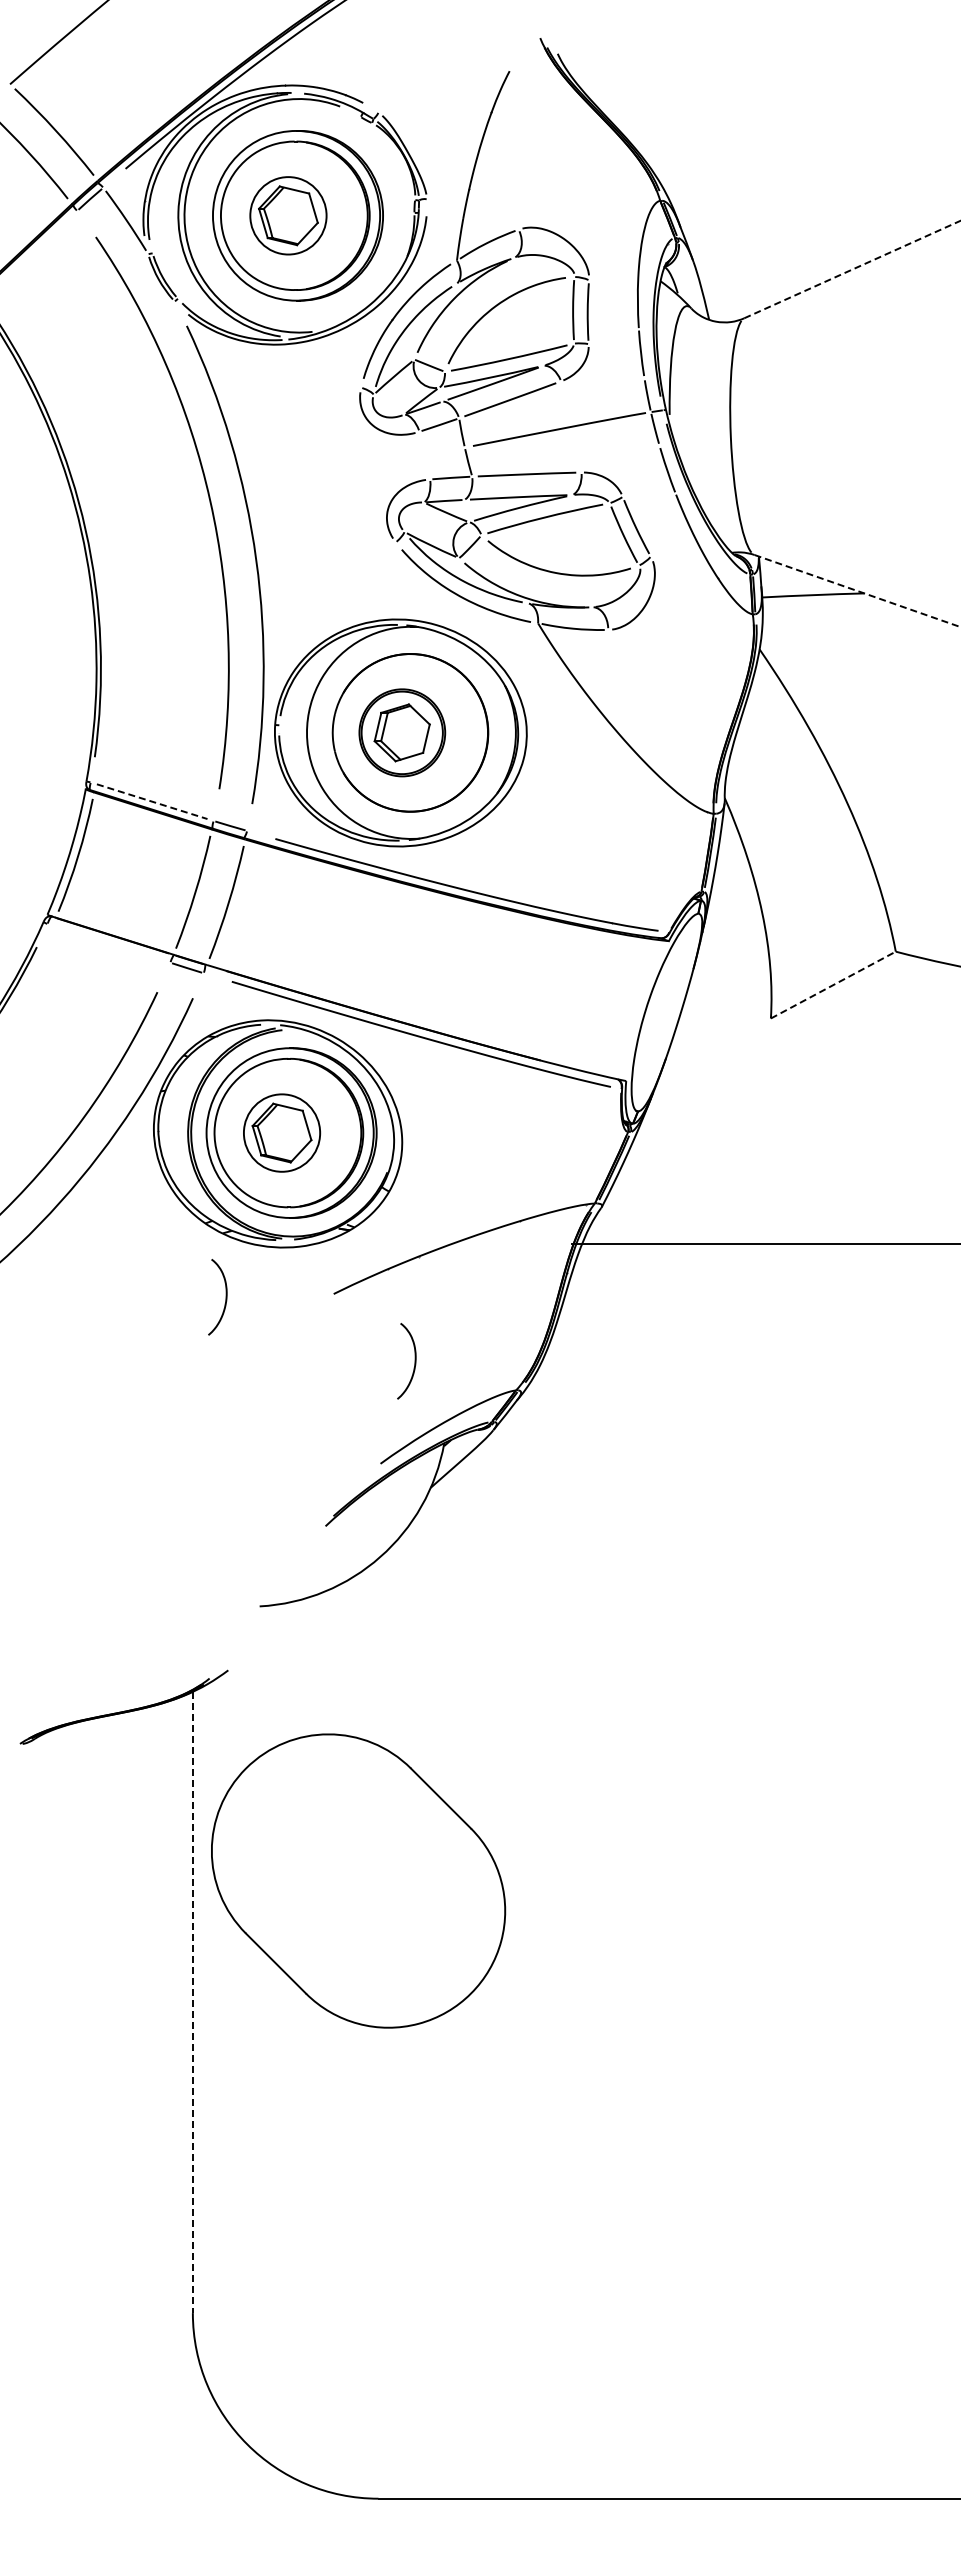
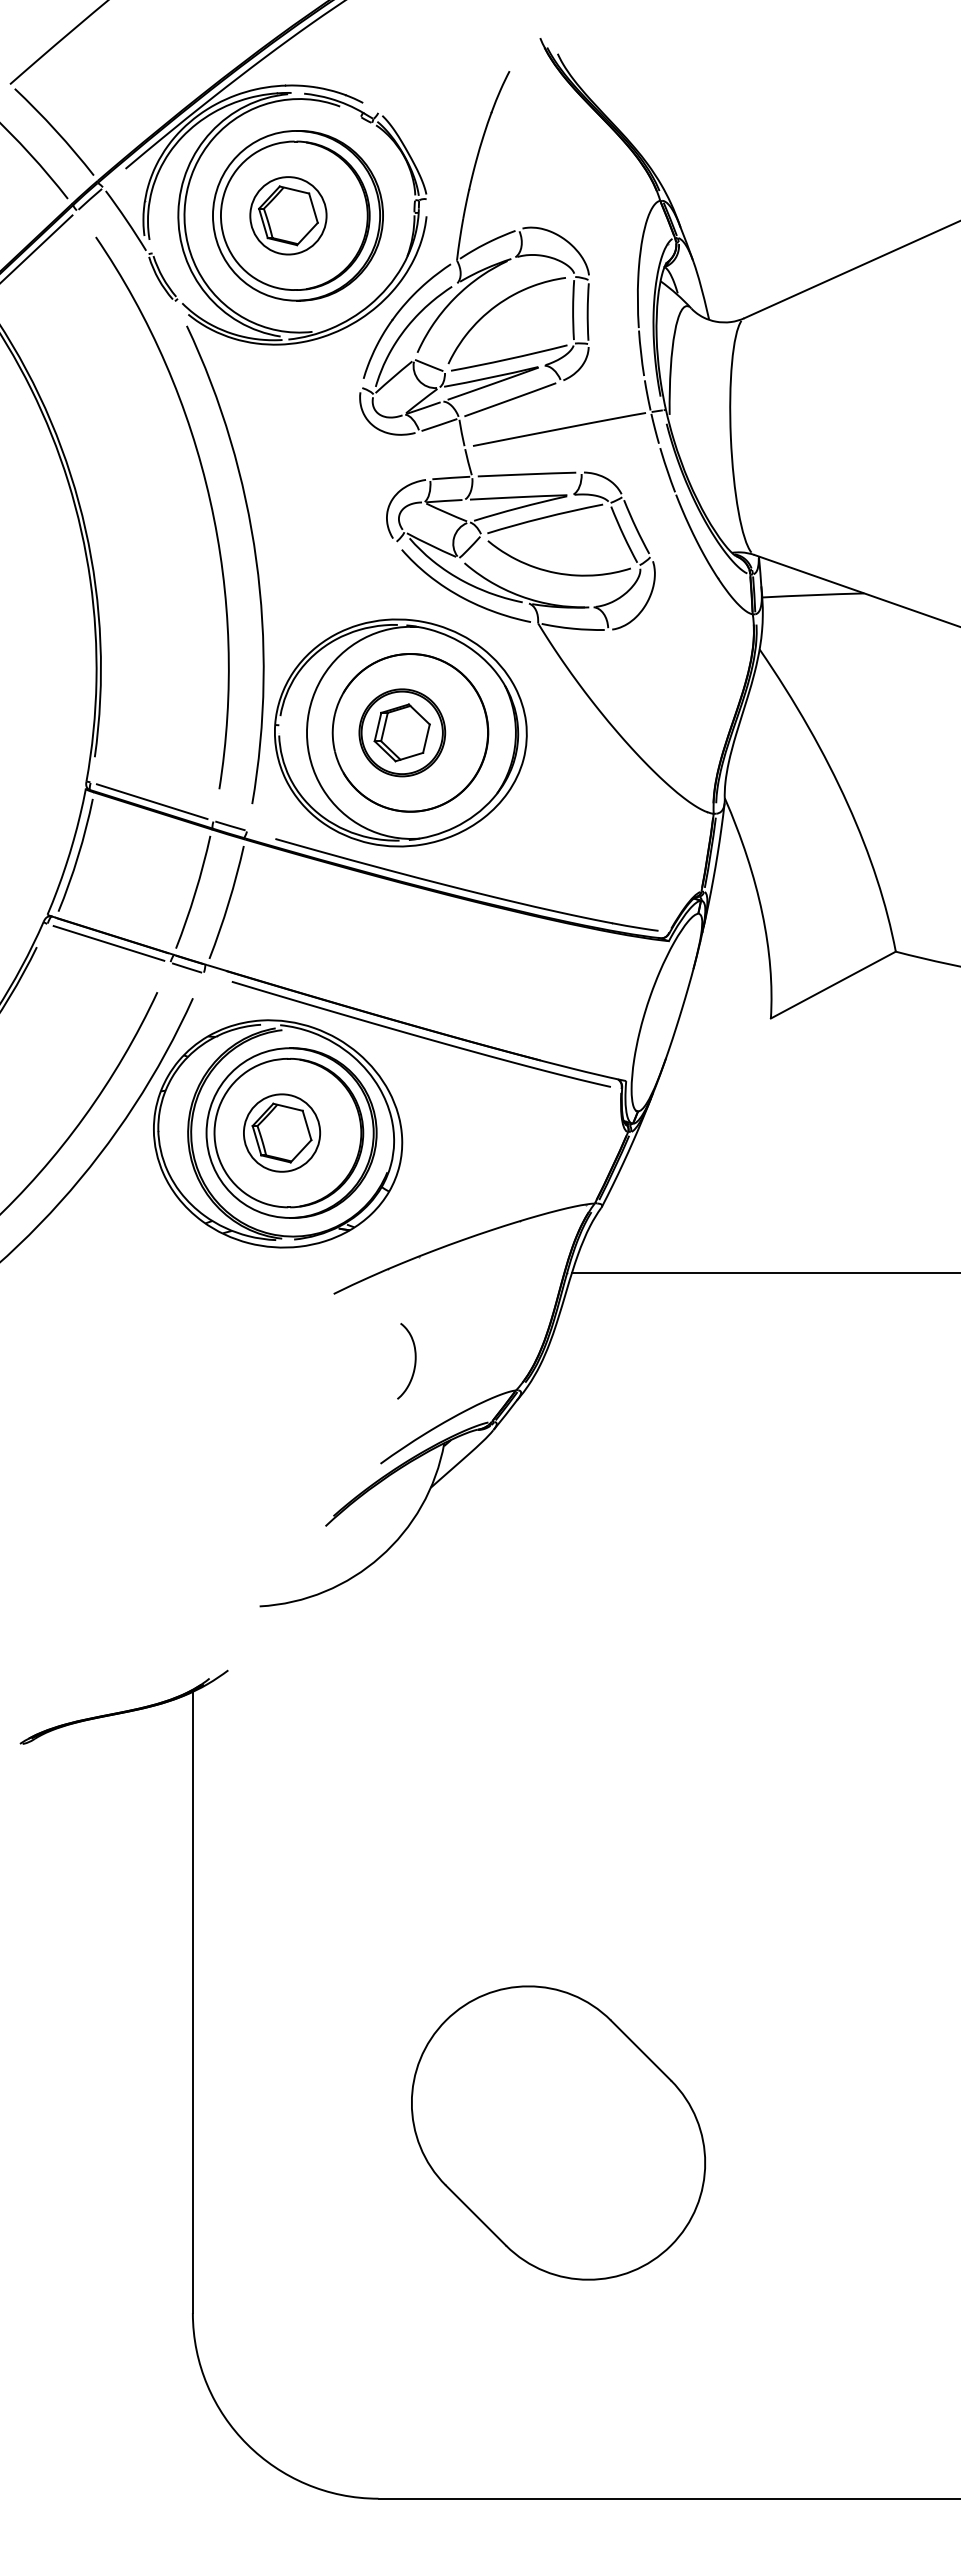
line at (37, 248): none -> present
line at (852, 269): dashed -> solid
line at (857, 591): dashed -> solid
line at (152, 801): dashed -> solid
line at (108, 943): none -> present
line at (833, 985): dashed -> solid
line at (764, 1244) position: (764, 1244) -> (764, 1273)
curve at (225, 1297): present -> none
part at (358, 1880) position: (358, 1880) -> (558, 2132)
line at (192, 2002): dashed -> solid
